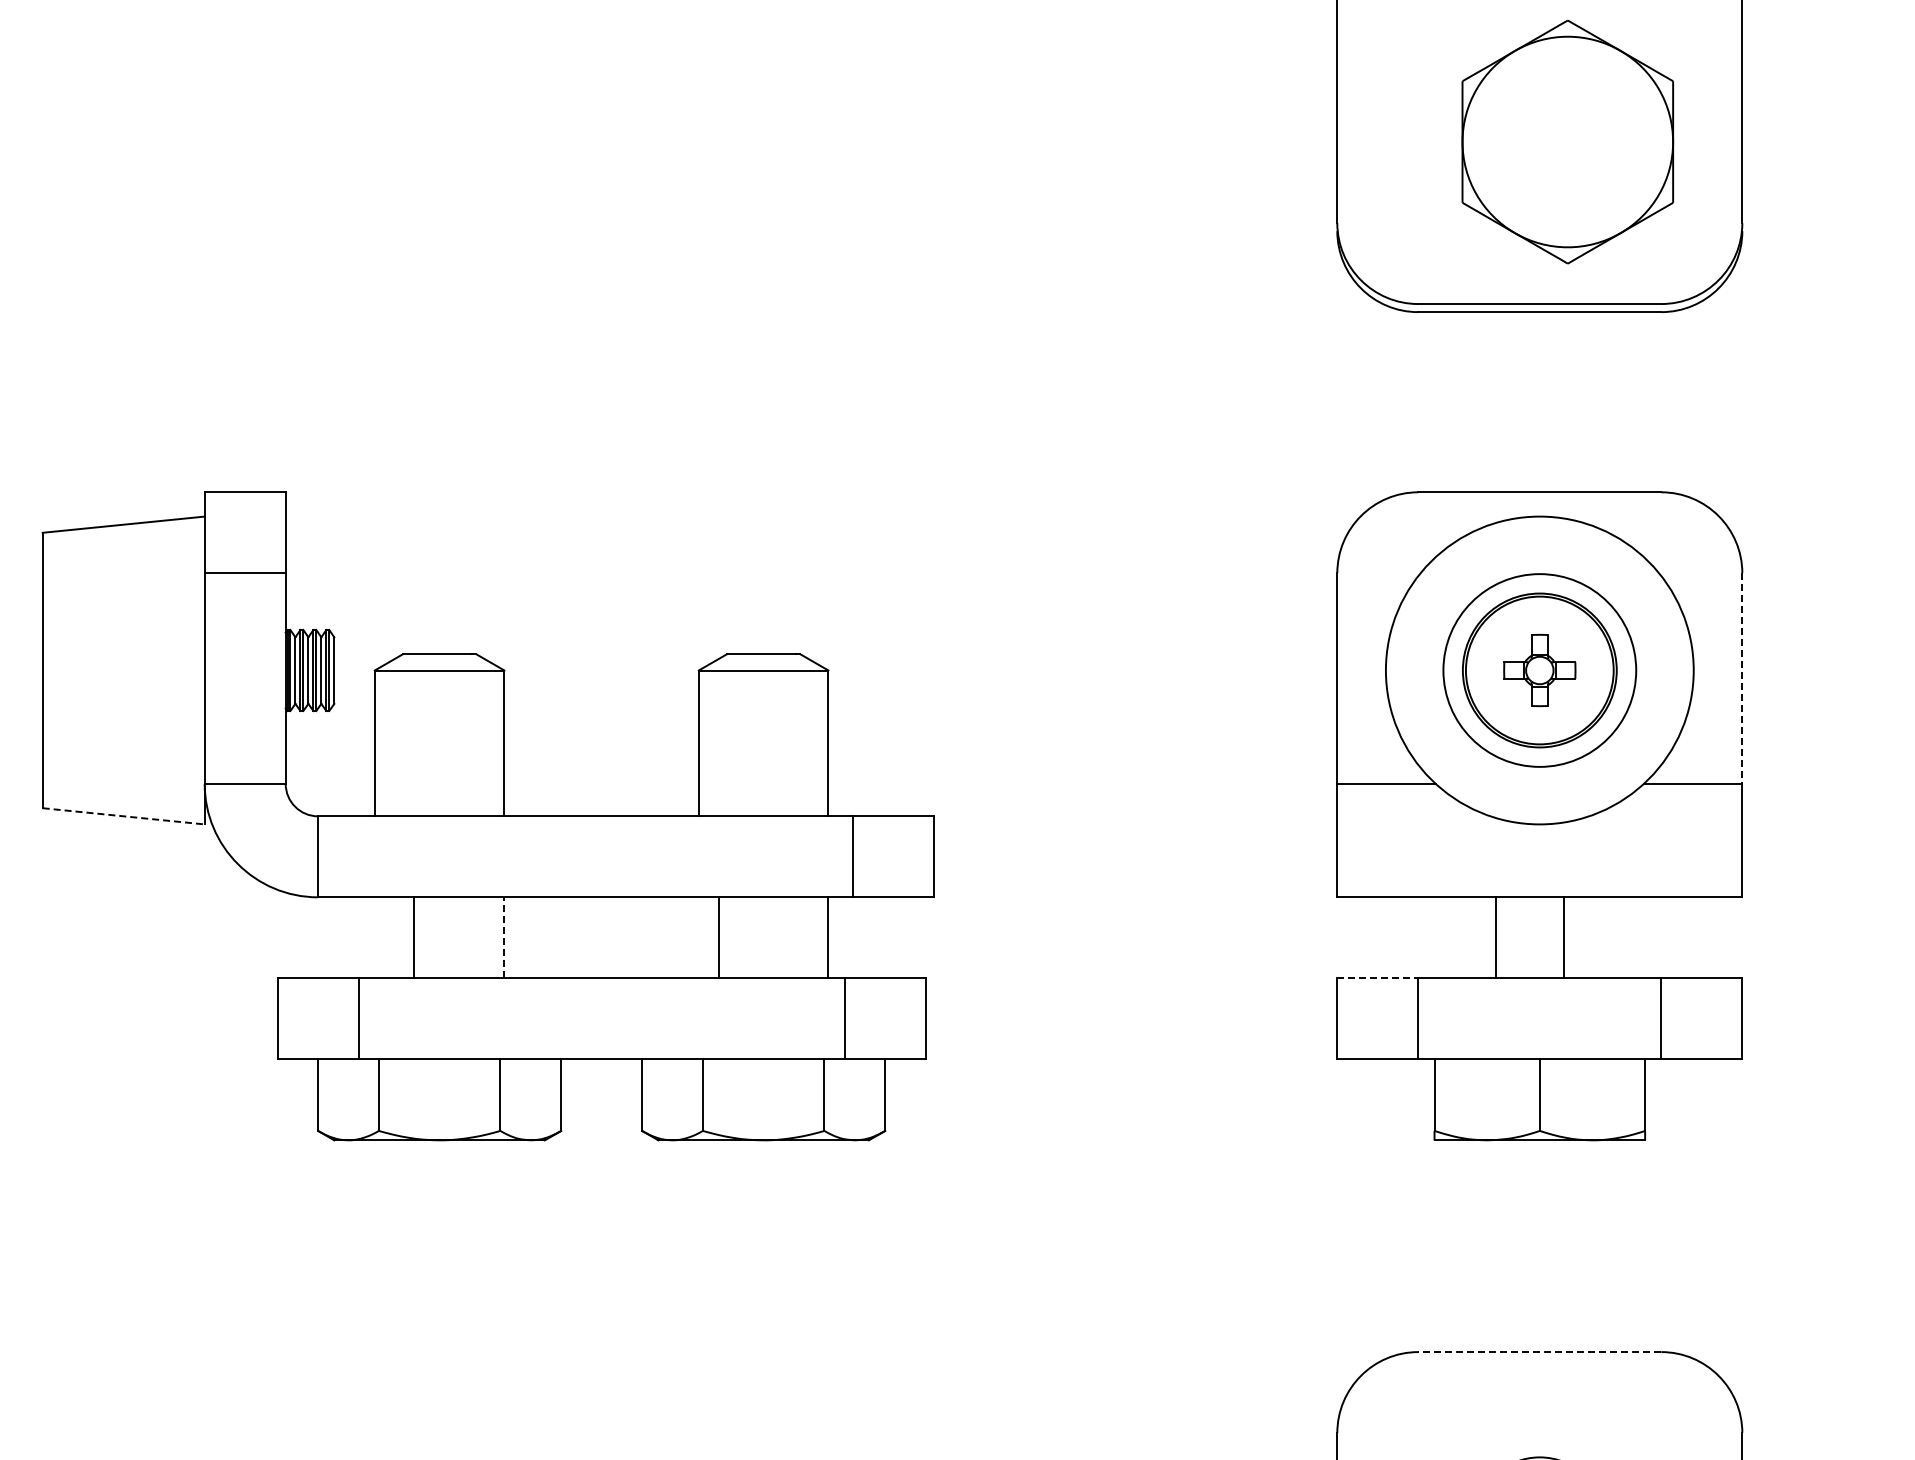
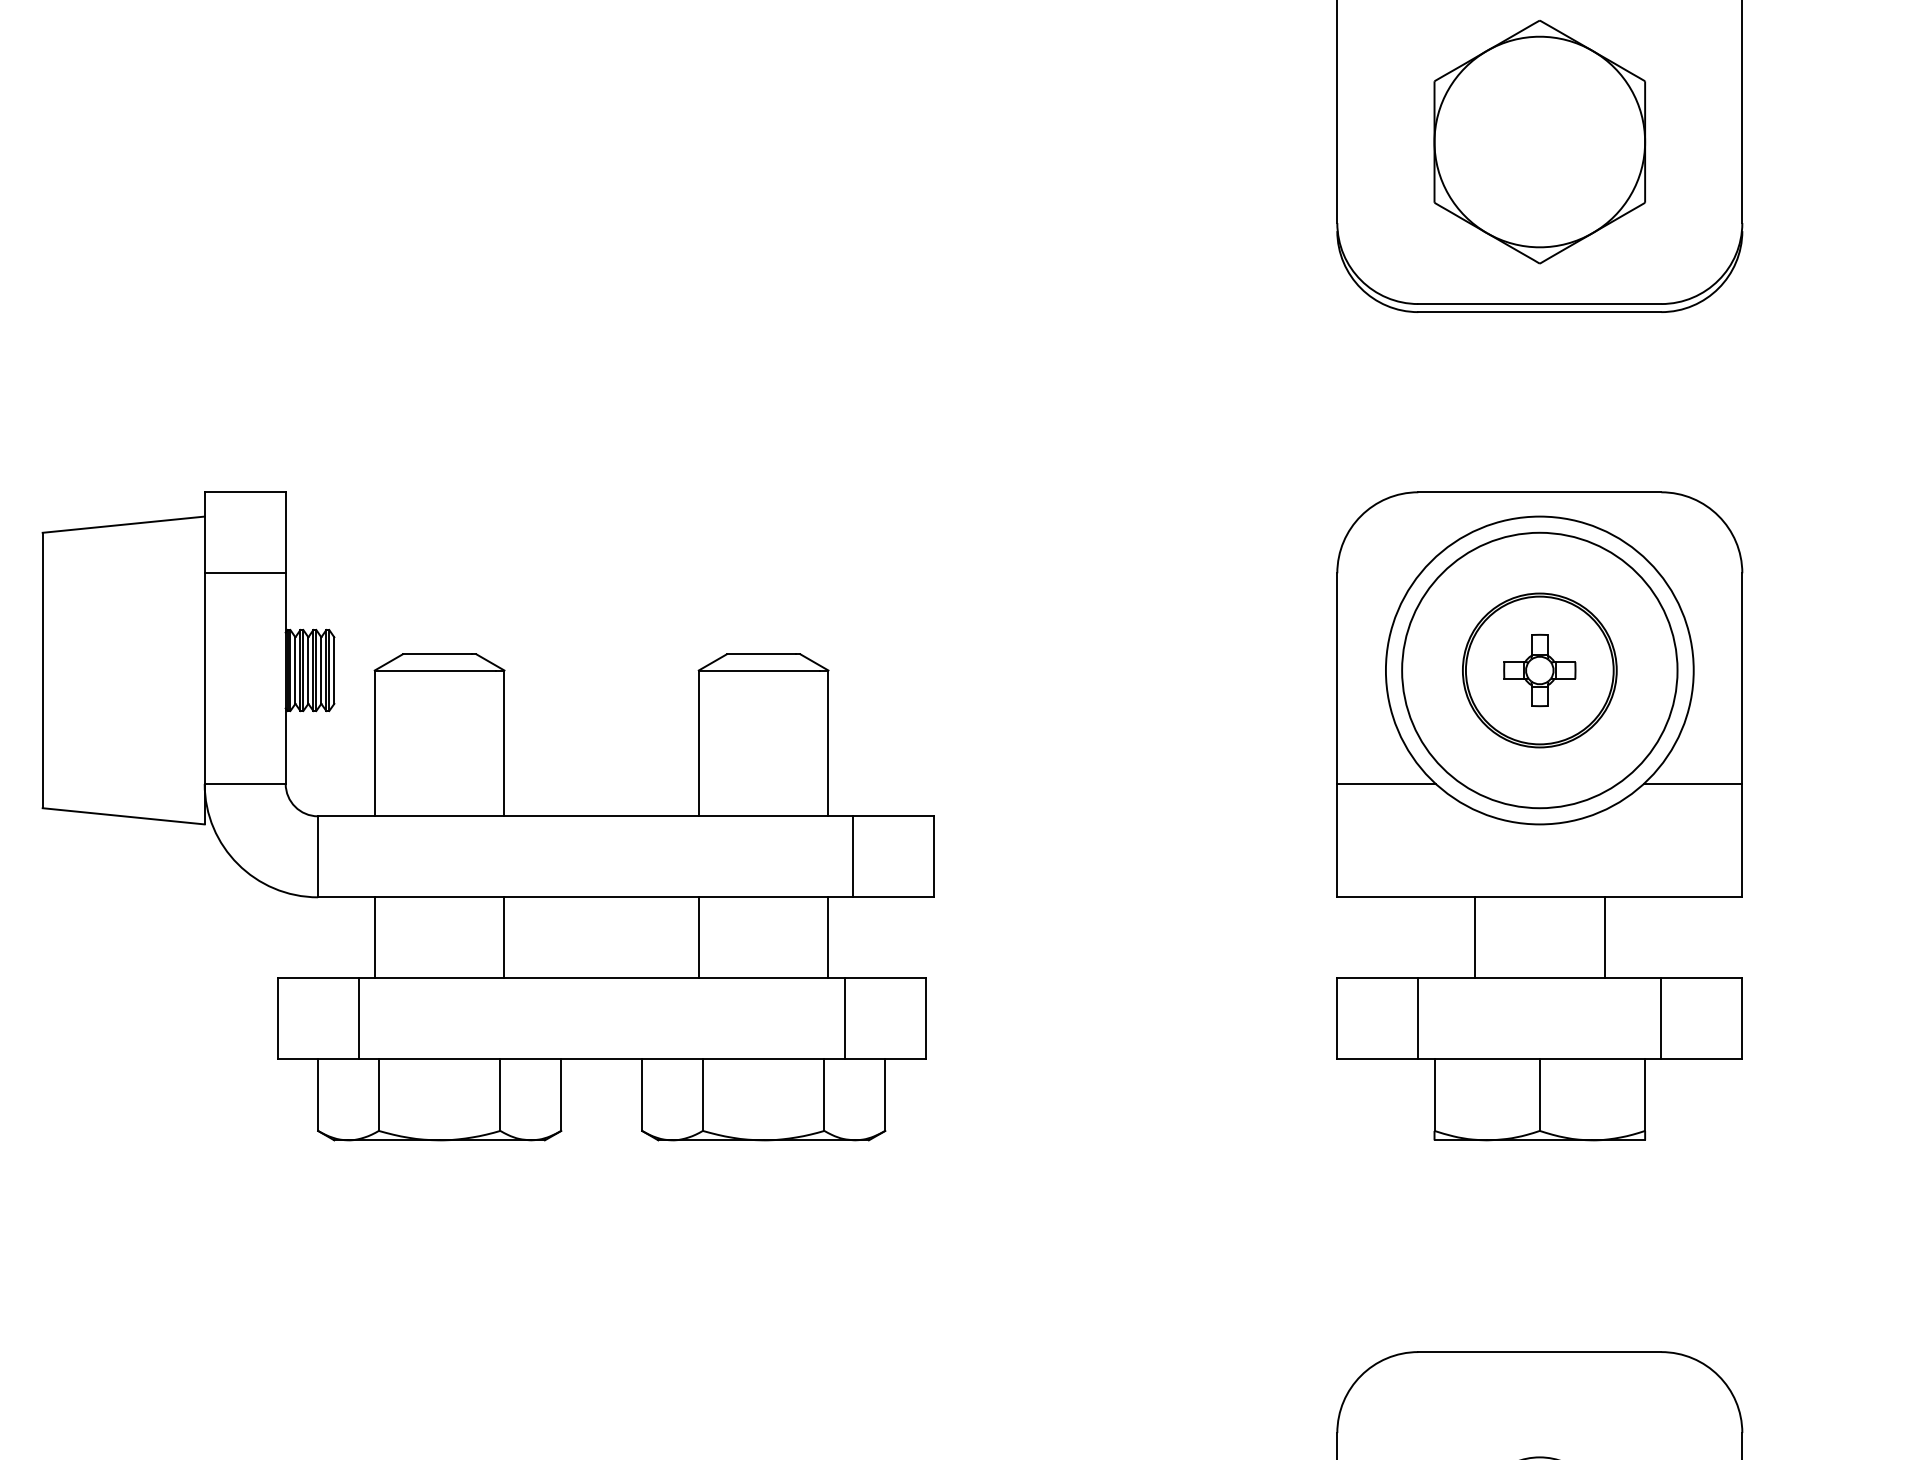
part at (1567, 142) position: (1567, 142) -> (1539, 142)
circle at (1539, 670) diameter: 193 px -> 275 px
line at (1742, 679): dashed -> solid
line at (124, 816): dashed -> solid
line at (413, 937) position: (413, 937) -> (374, 937)
line at (504, 937): dashed -> solid
line at (718, 937) position: (718, 937) -> (698, 937)
line at (1496, 937) position: (1496, 937) -> (1475, 937)
line at (1563, 937) position: (1563, 937) -> (1604, 937)
line at (1377, 978): dashed -> solid
line at (1539, 1352): dashed -> solid
